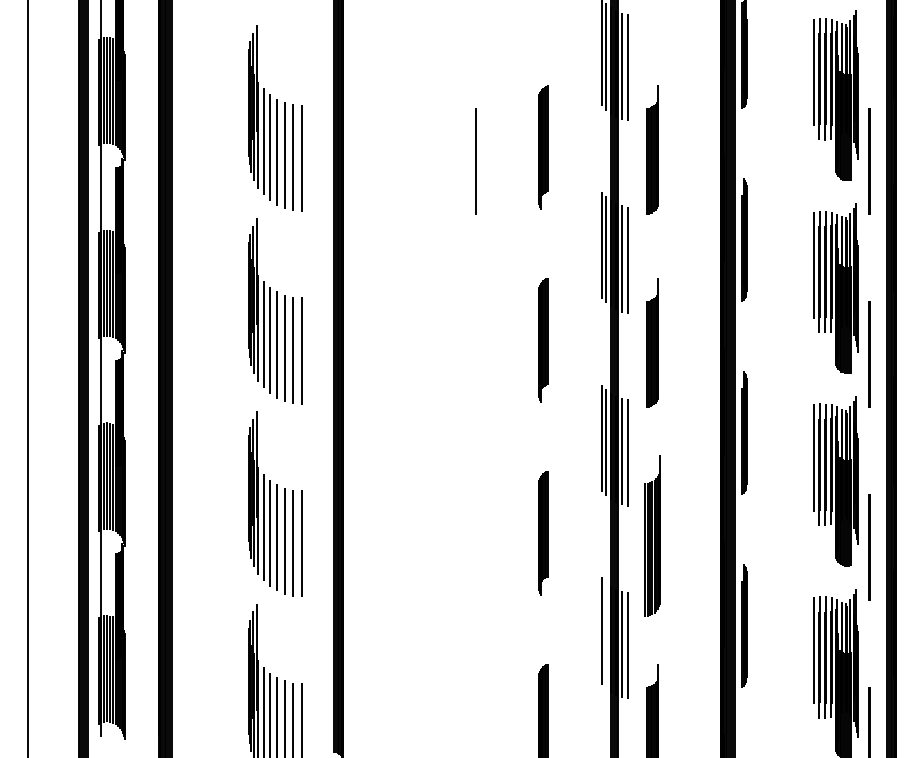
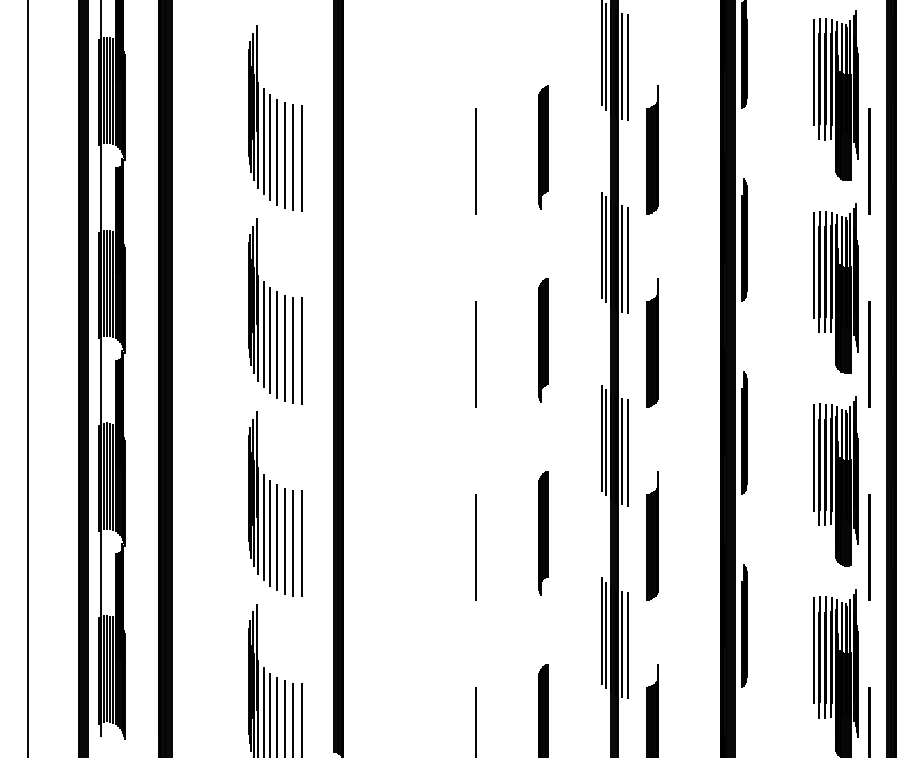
line at (475, 354): none -> present
part at (652, 535) size: 17x162 px -> 13x130 px
line at (476, 546): none -> present
line at (606, 635): none -> present
line at (476, 720): none -> present
